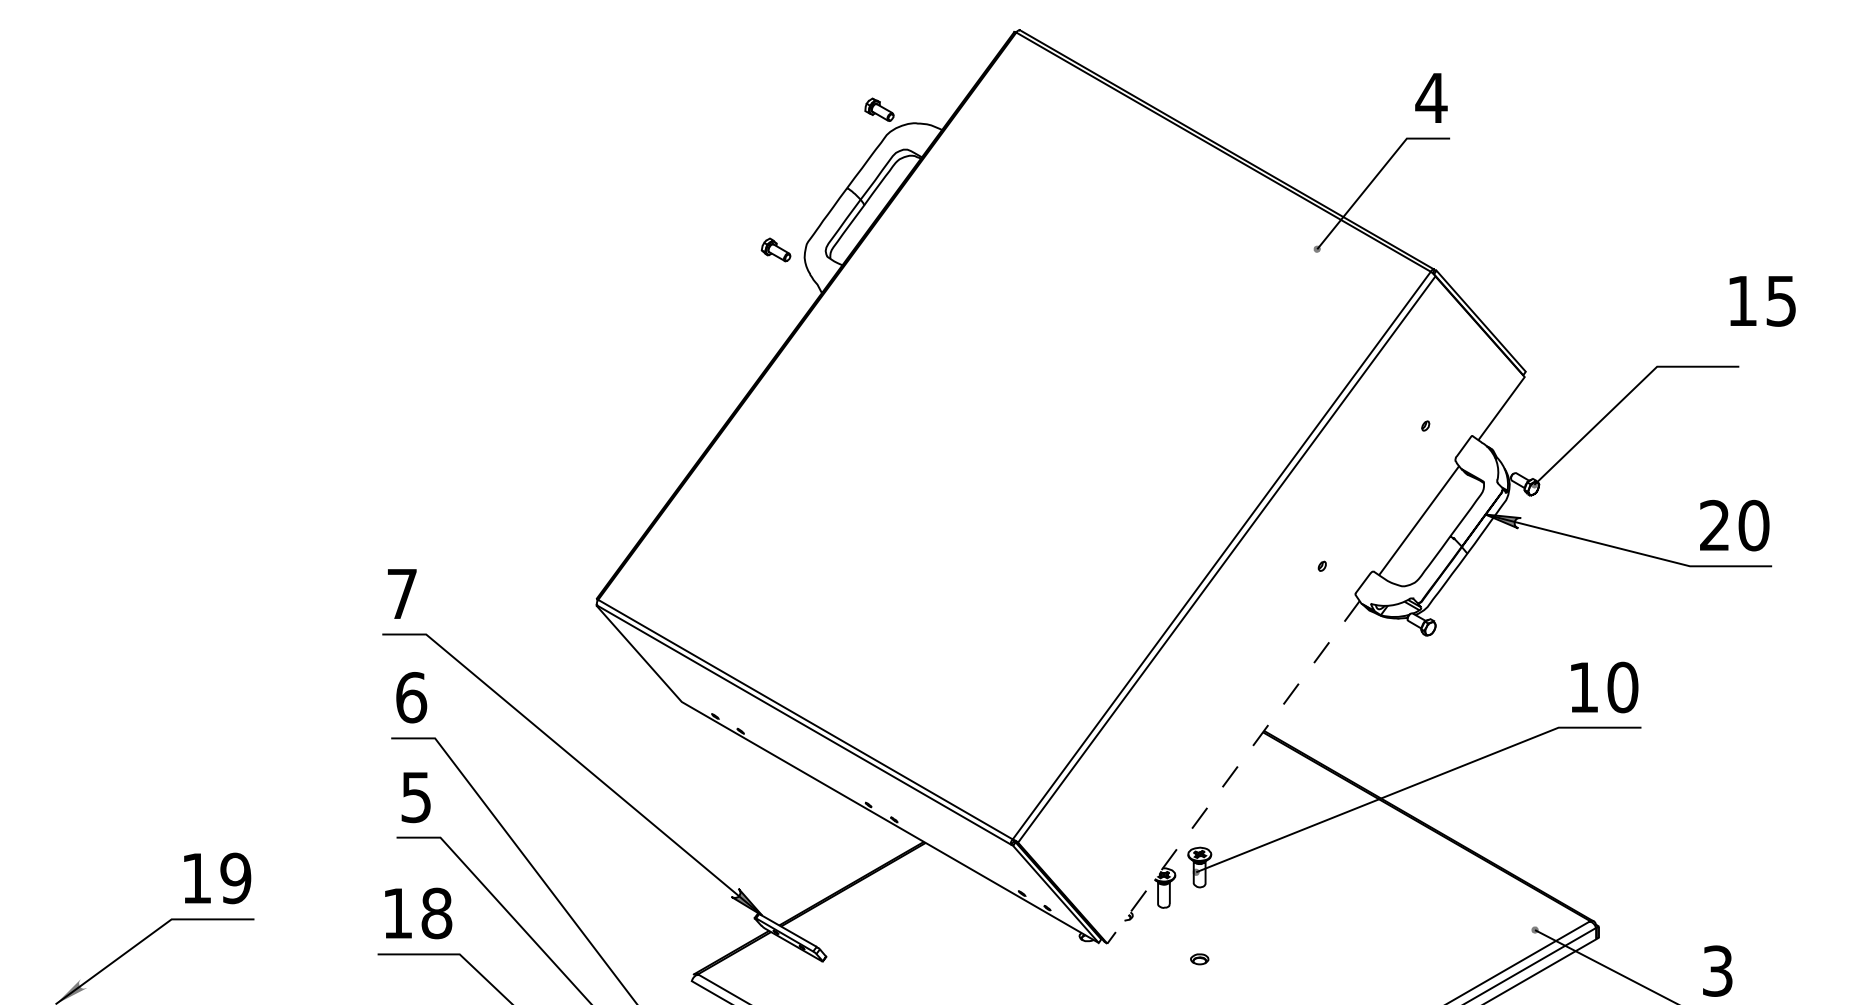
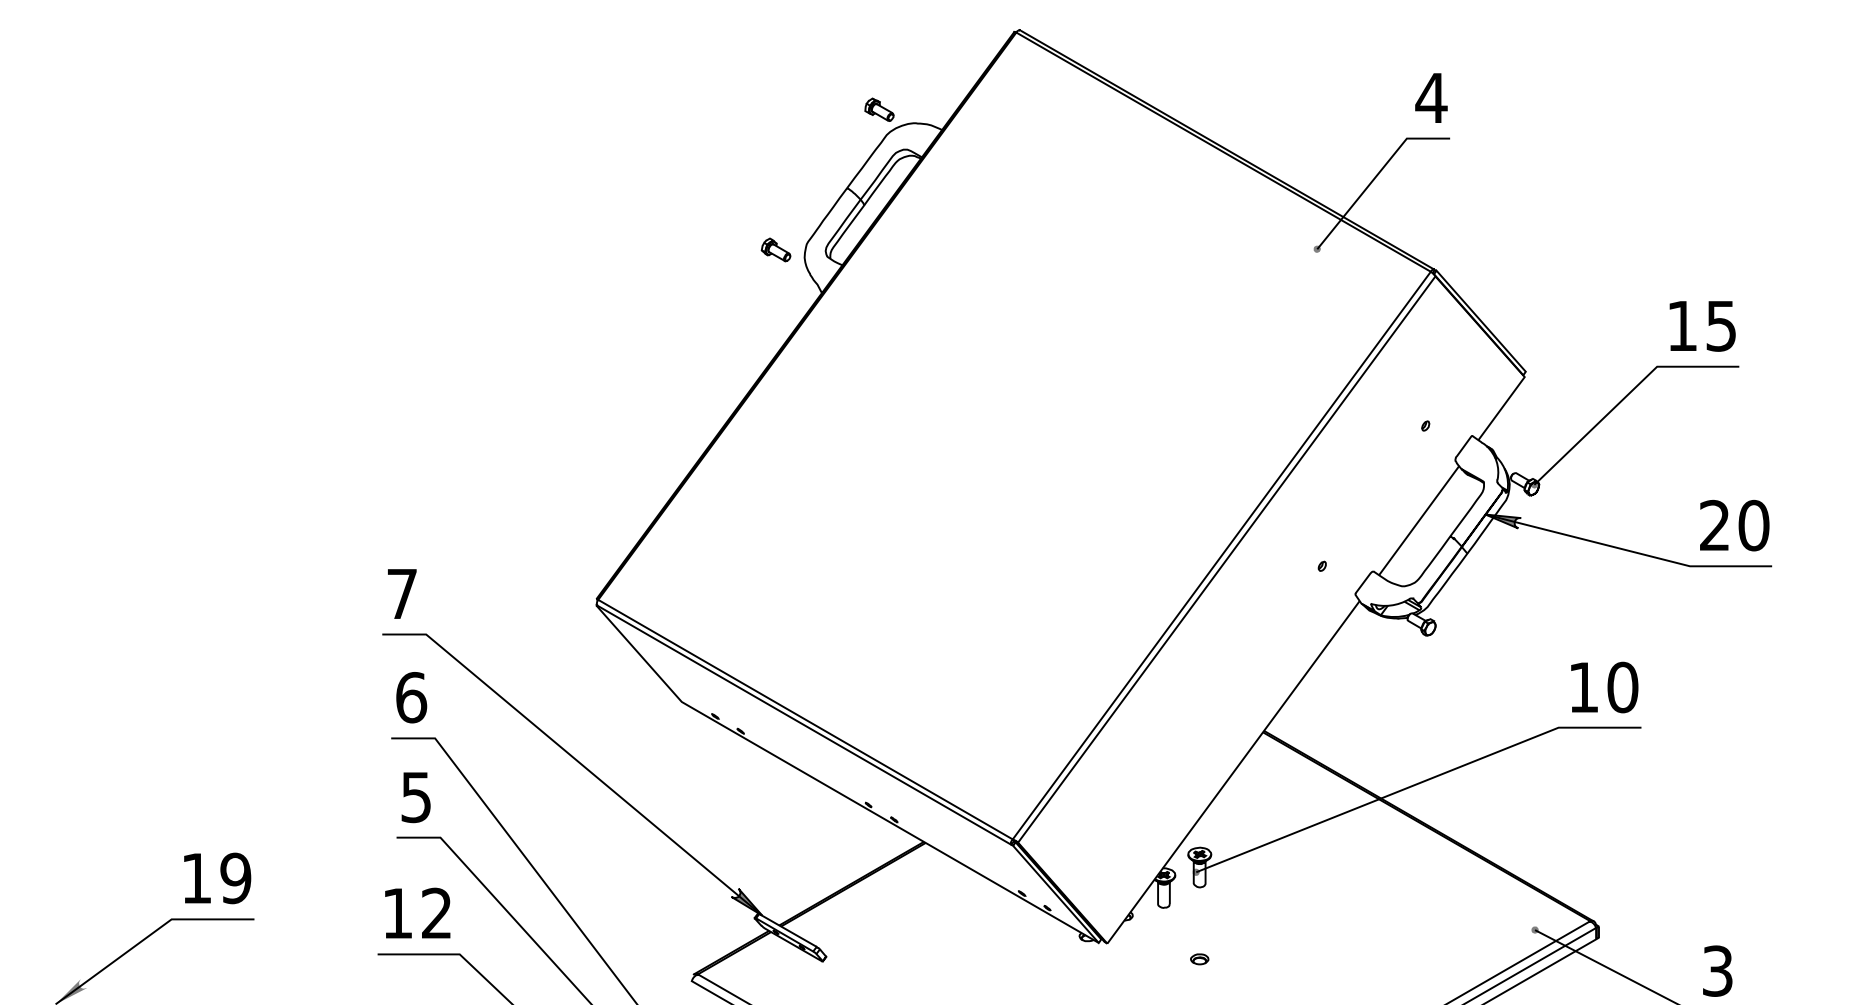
text at (1762, 301) position: (1762, 301) -> (1702, 326)
line at (1233, 772): dashed -> solid
text at (436, 913): 18 -> 12
